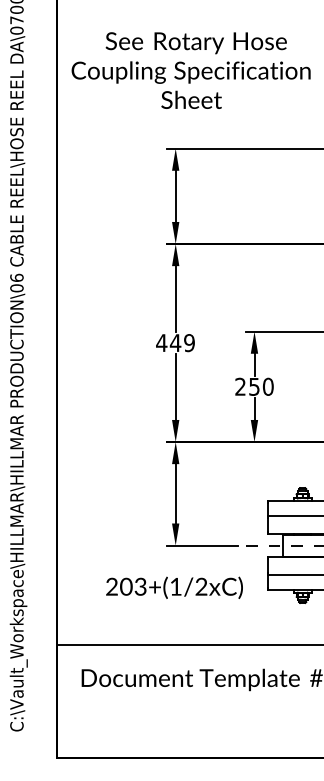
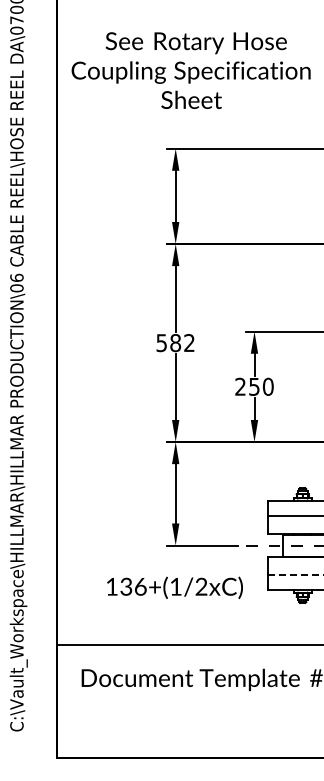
text at (175, 343): 449 -> 582
line at (295, 574): solid -> dashed
text at (126, 586): 203+(1/2xC) -> 136+(1/2xC)
